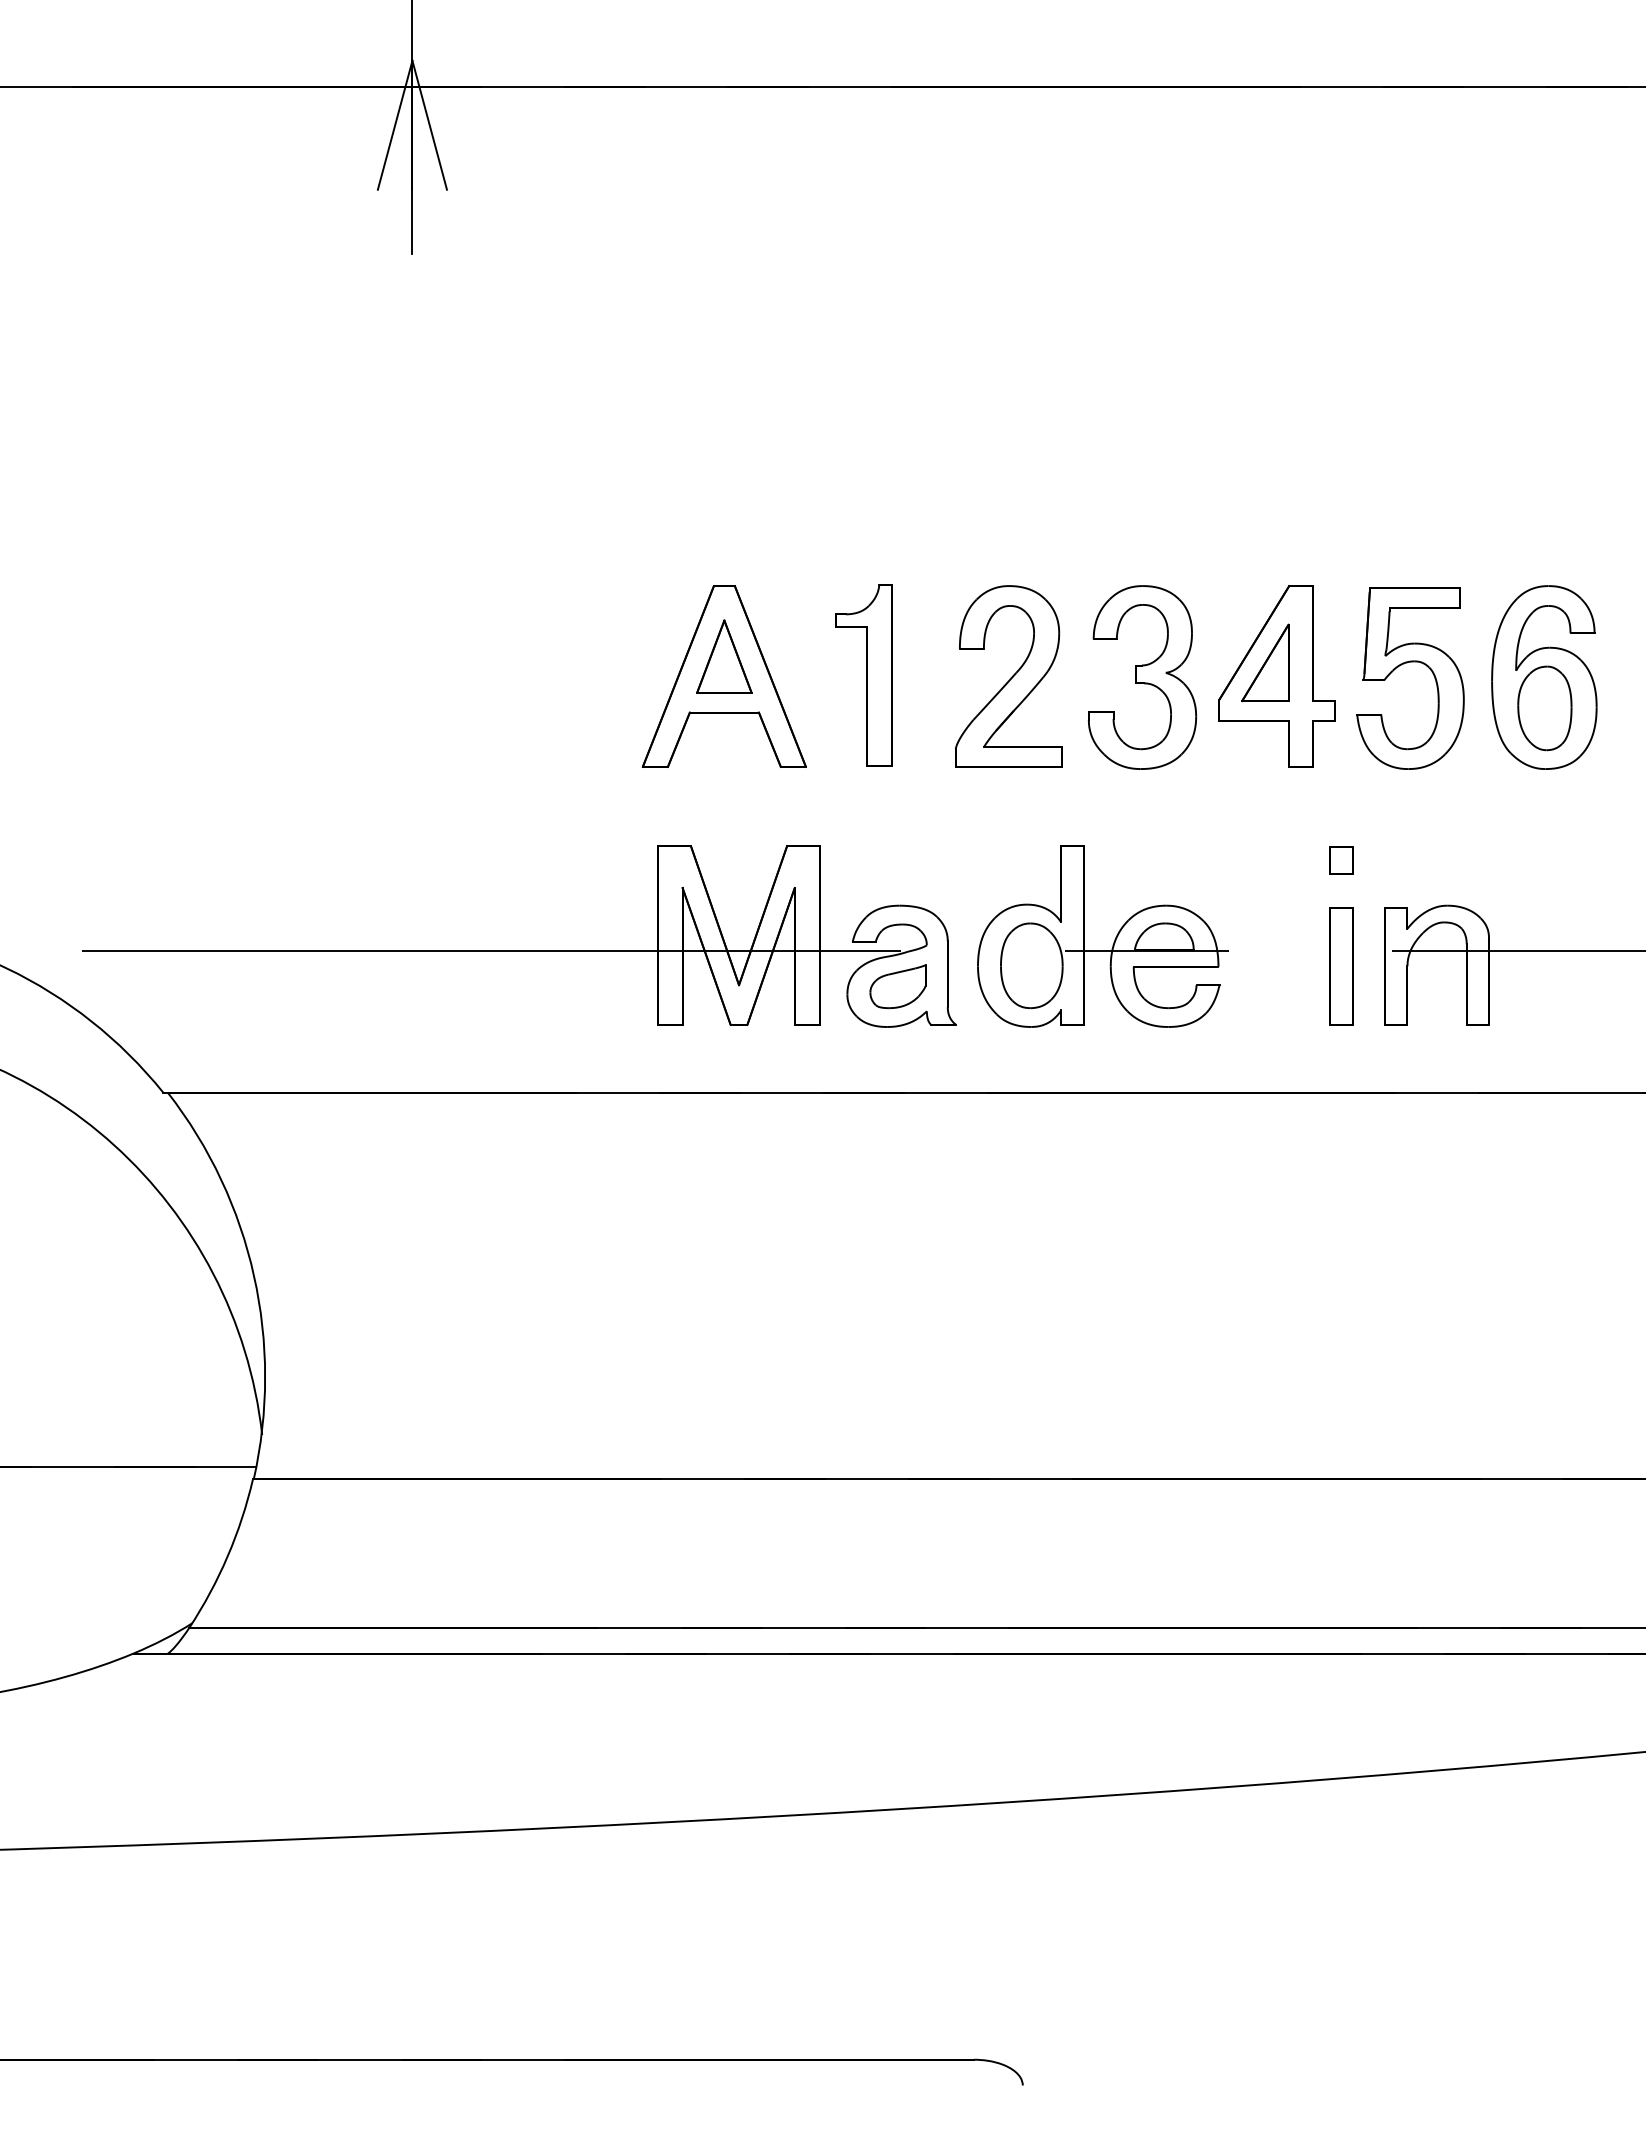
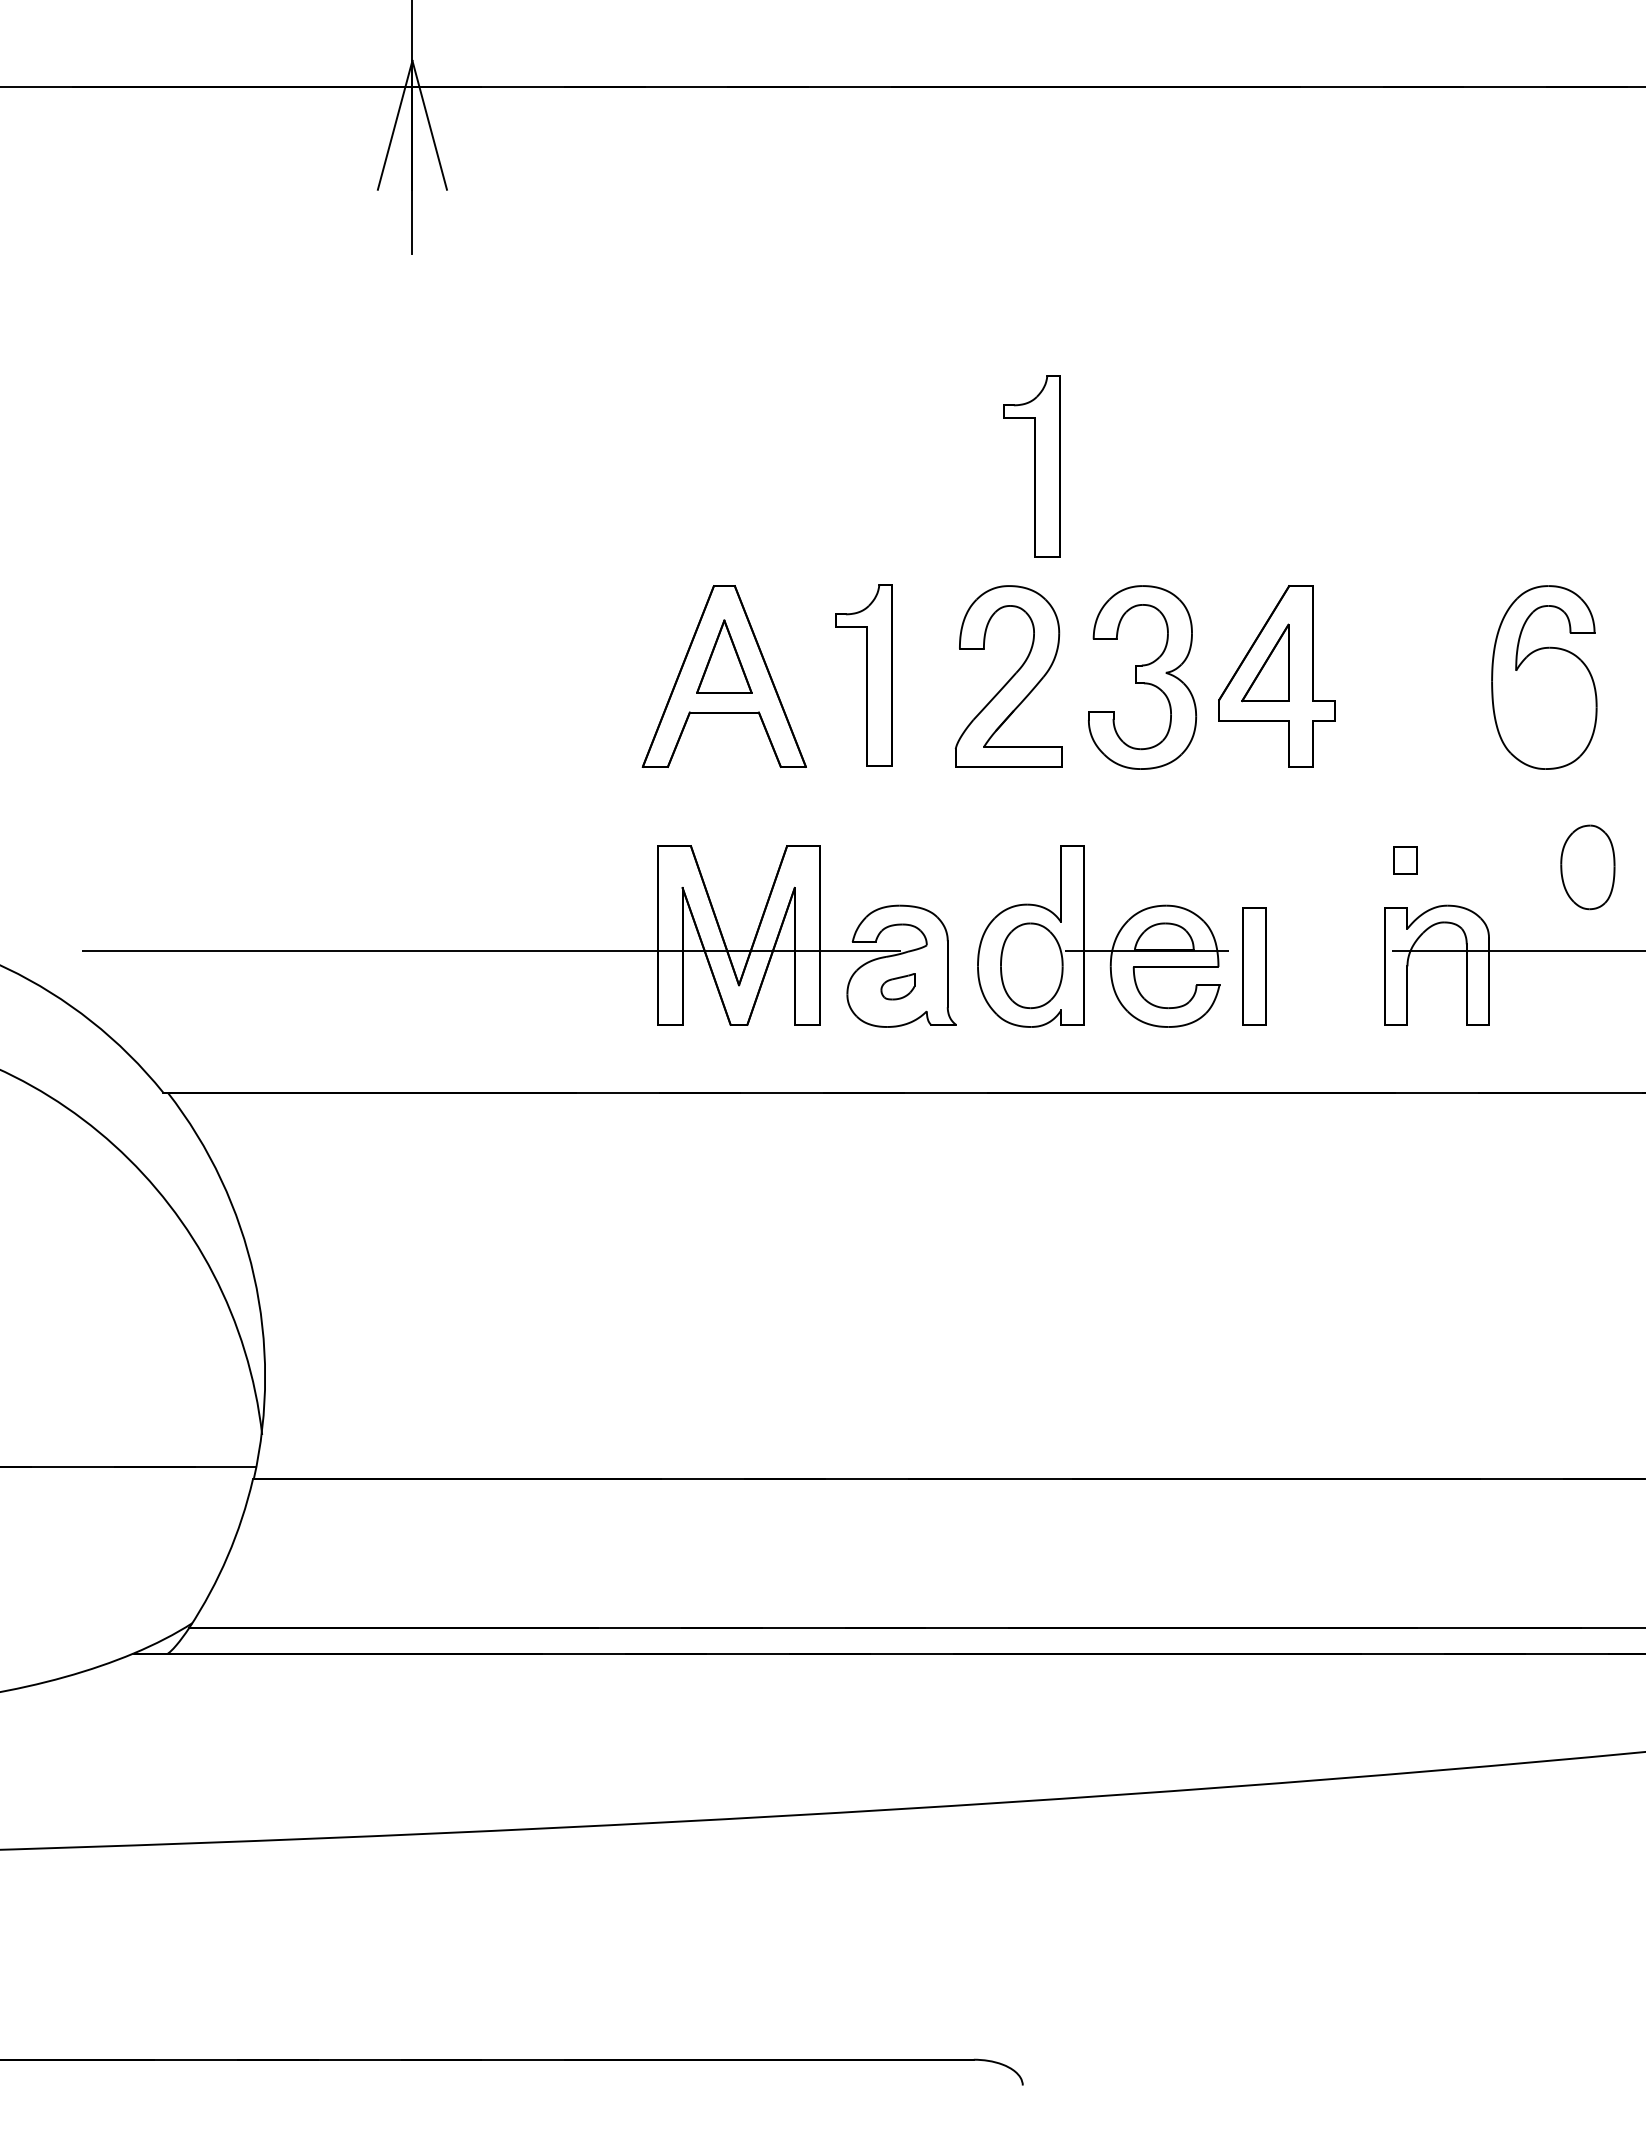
part at (1031, 466): none -> present
part at (1404, 664): present -> none
part at (1544, 708) position: (1544, 708) -> (1587, 867)
part at (1341, 860) position: (1341, 860) -> (1405, 860)
part at (1341, 966) position: (1341, 966) -> (1254, 966)
part at (897, 986) size: 58x45 px -> 36x28 px
